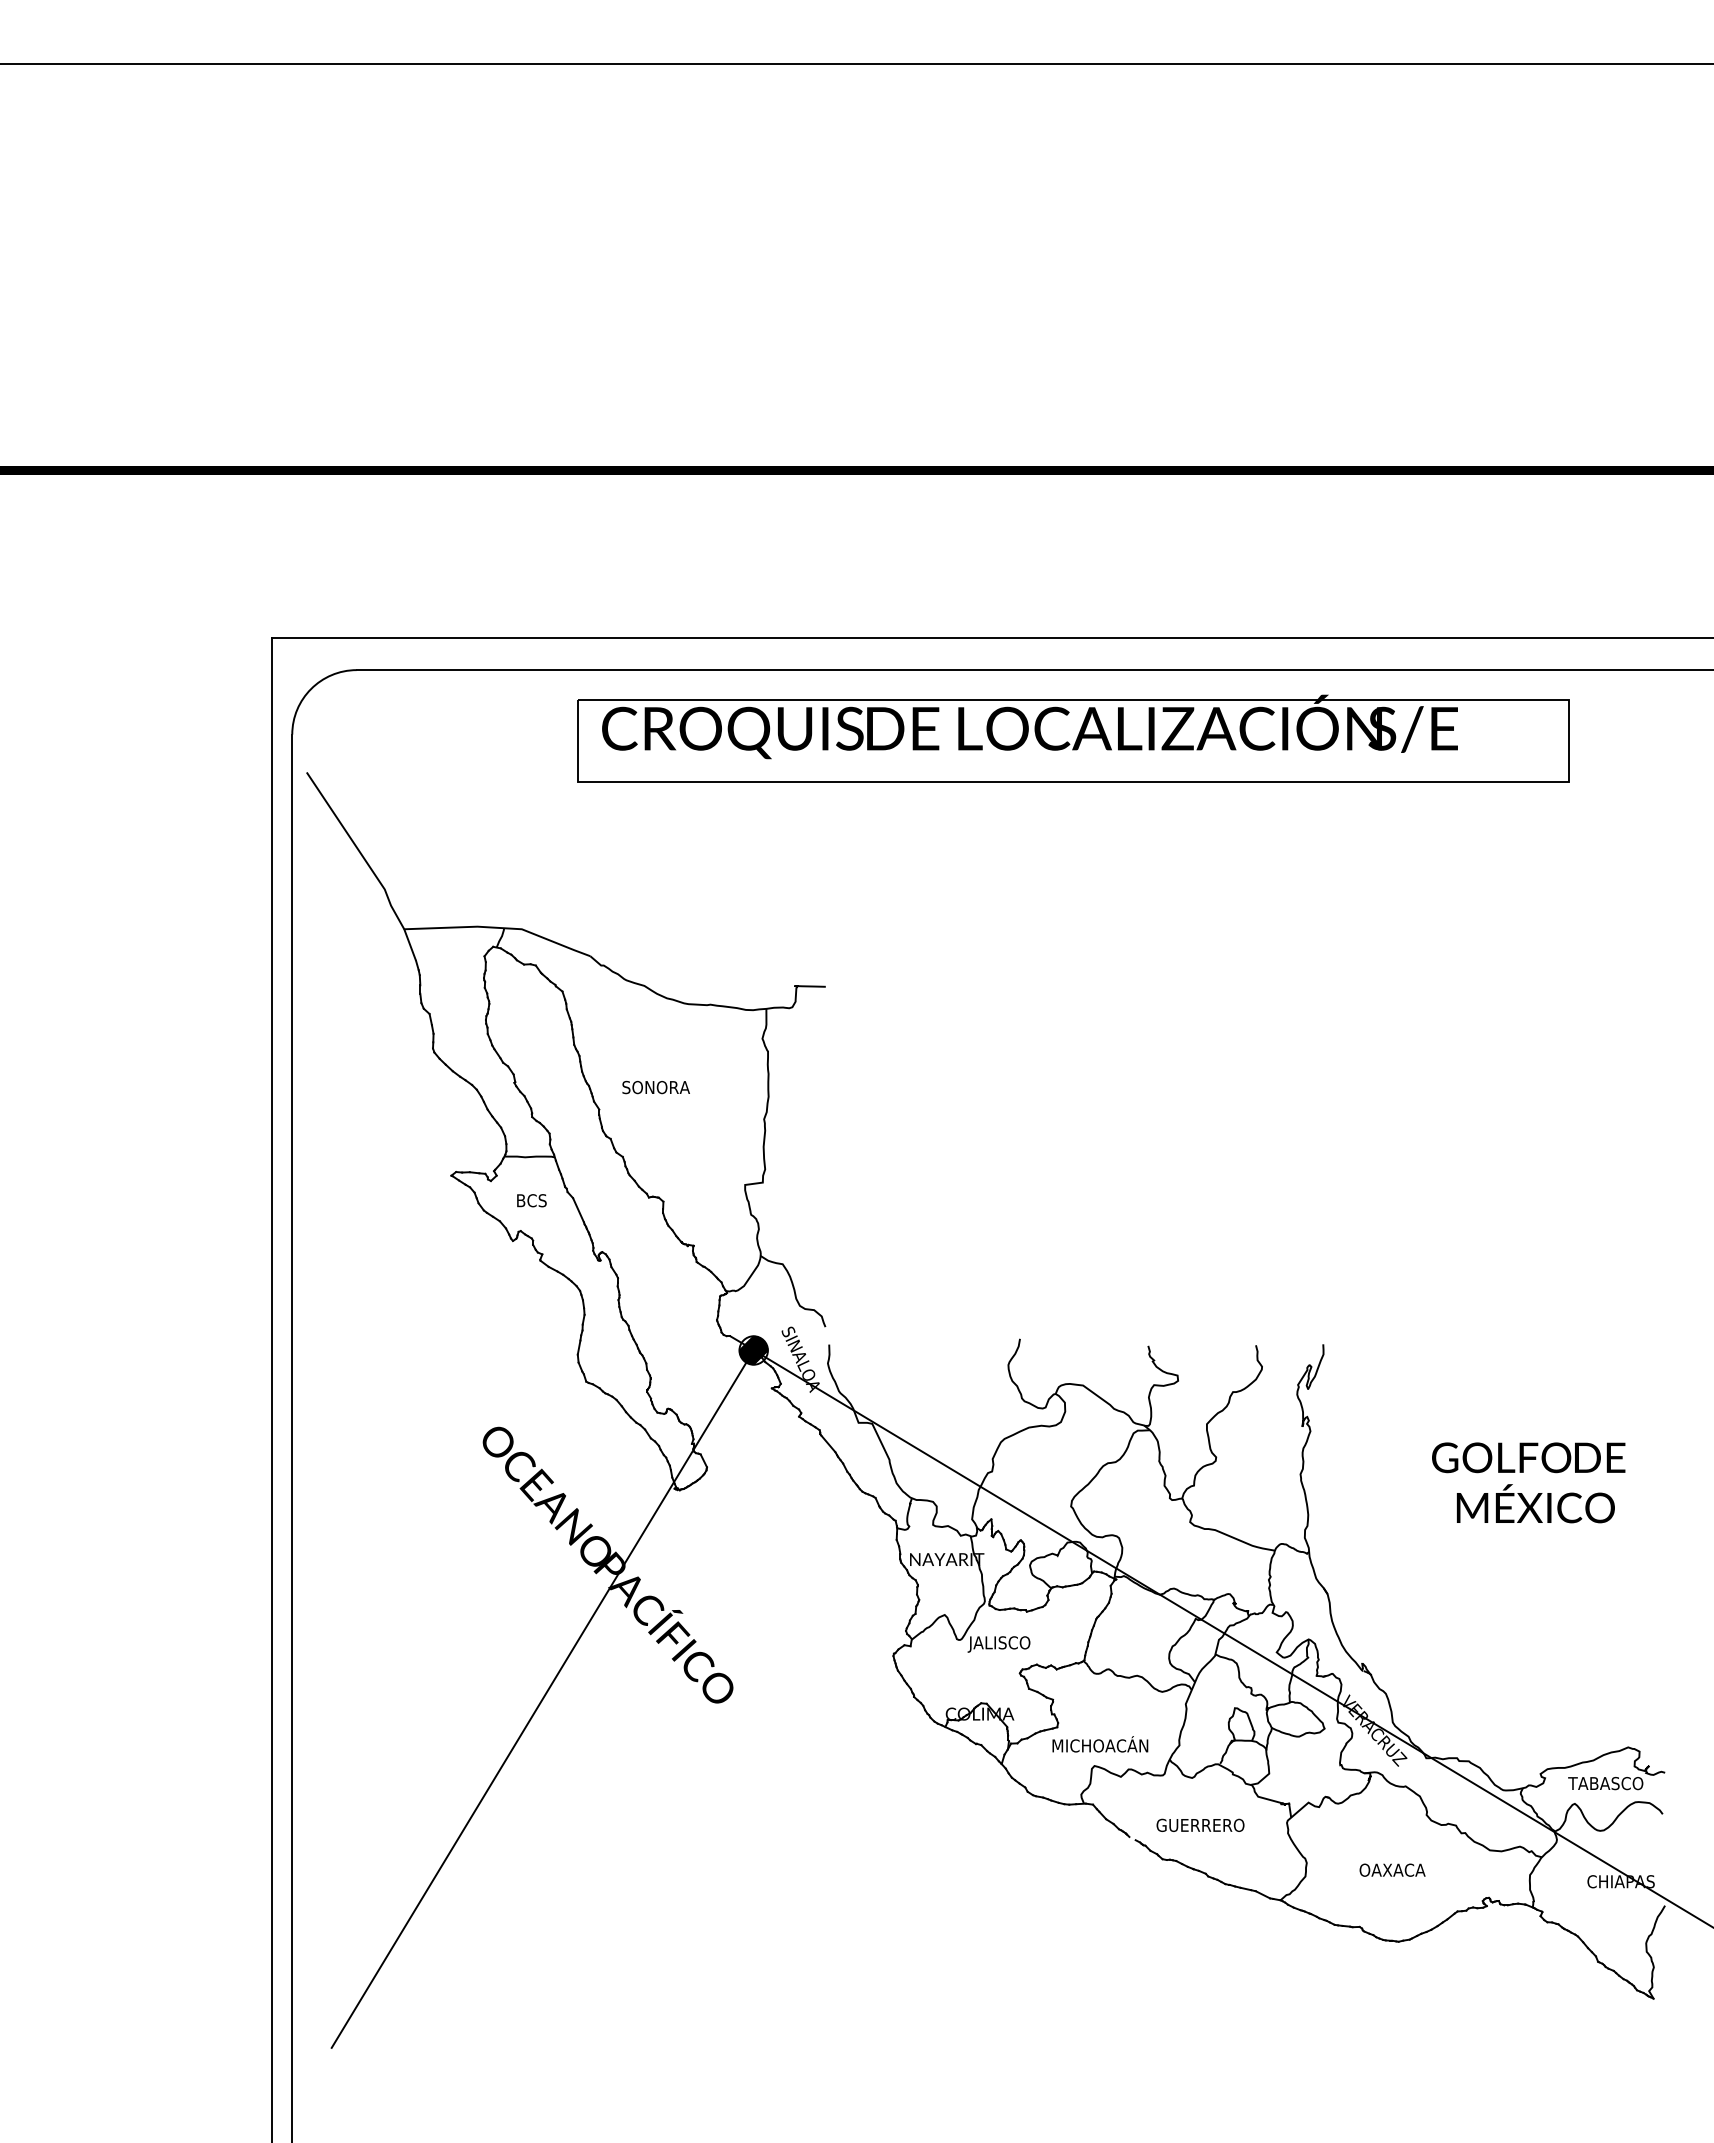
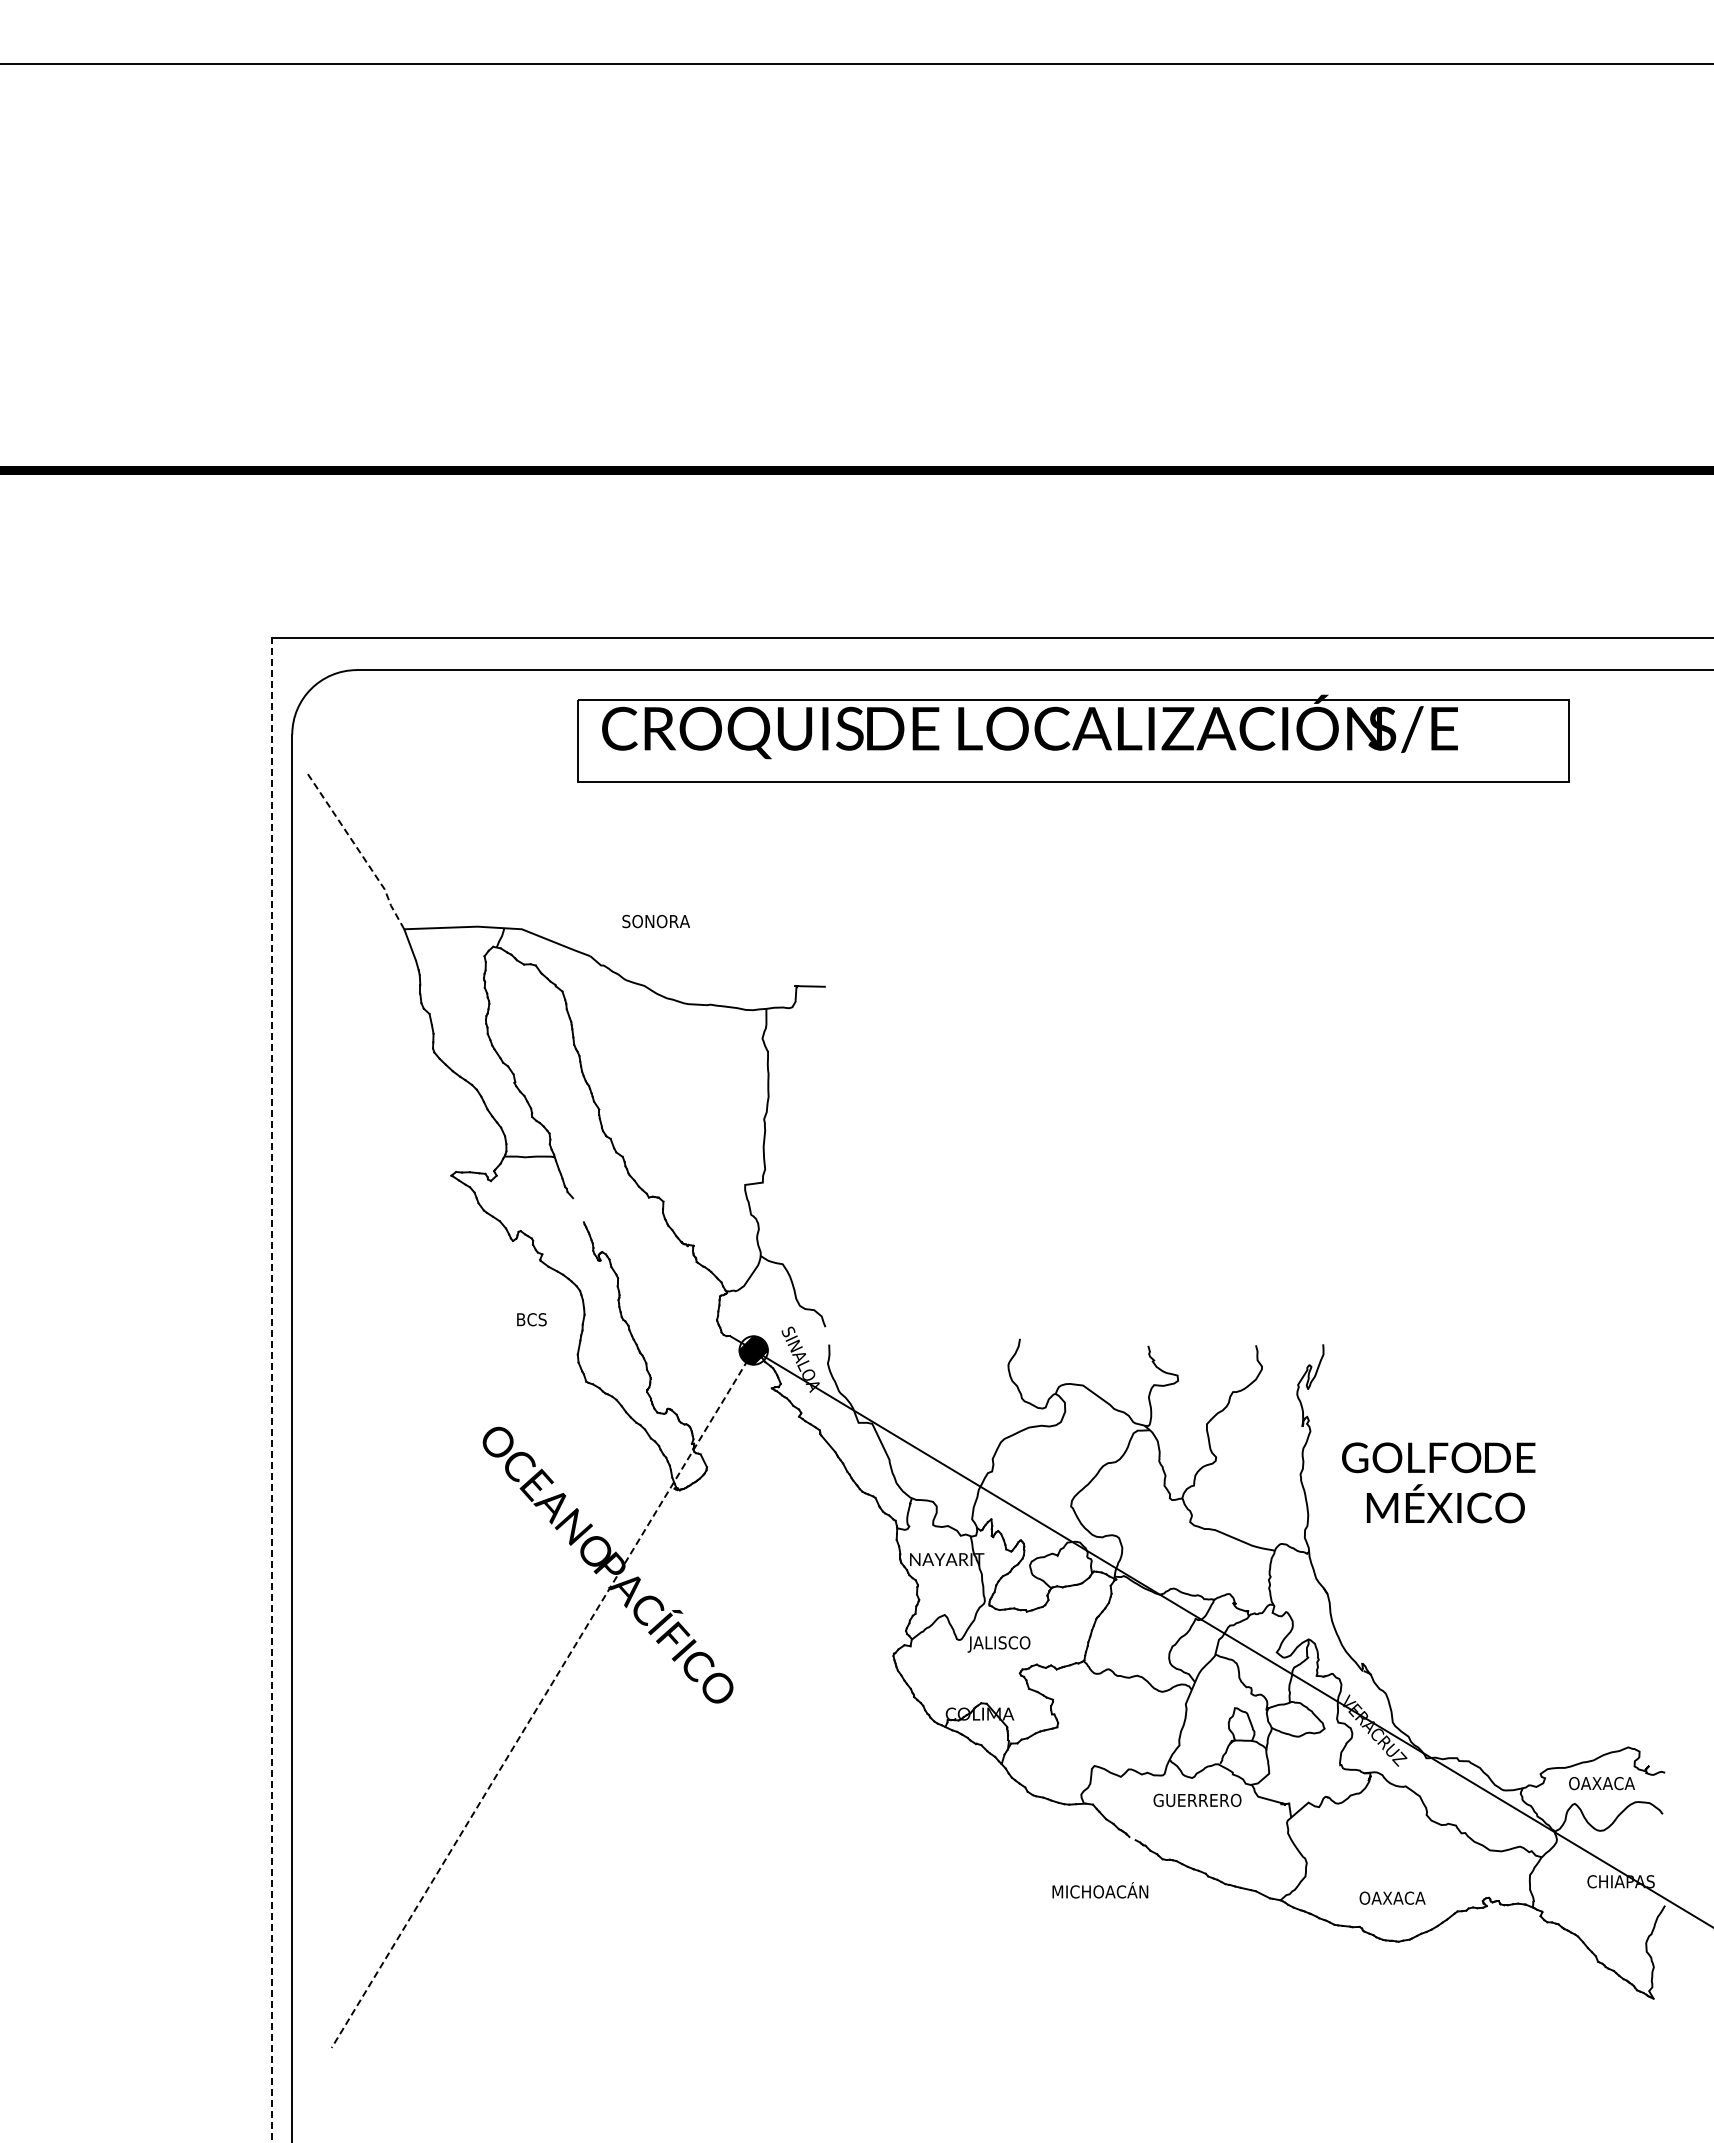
line at (358, 850): solid -> dashed
text at (655, 1087) position: (655, 1087) -> (655, 921)
text at (531, 1200) position: (531, 1200) -> (531, 1319)
line at (578, 1210): present -> none
line at (271, 1389): solid -> dashed
text at (1528, 1482) position: (1528, 1482) -> (1438, 1482)
line at (542, 1699): solid -> dashed
text at (1100, 1744) position: (1100, 1744) -> (1100, 1890)
text at (1605, 1783): TABASCO -> OAXACA
text at (1200, 1824) position: (1200, 1824) -> (1197, 1799)
text at (1392, 1869) position: (1392, 1869) -> (1392, 1897)
